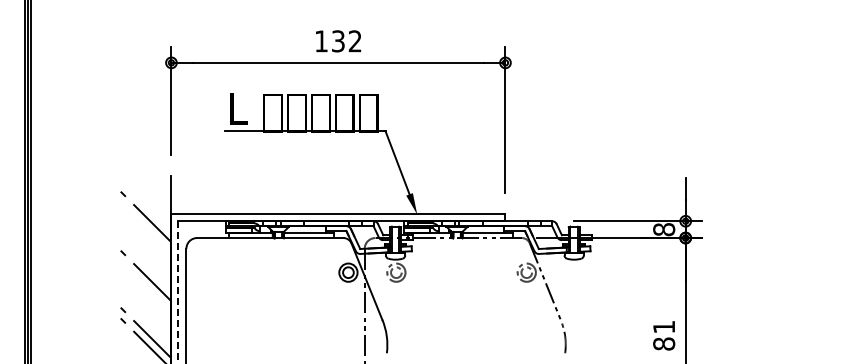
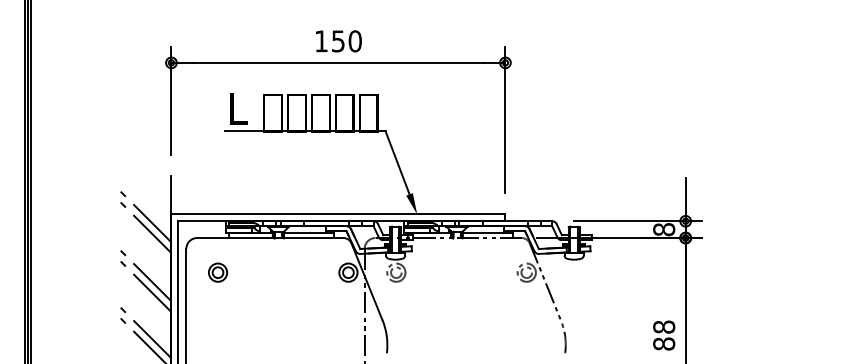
text at (346, 41): 132 -> 150
line at (145, 227): none -> present
part at (217, 272): none -> present
line at (145, 286): none -> present
line at (178, 293): dashed -> solid
text at (664, 326): 81 -> 88
